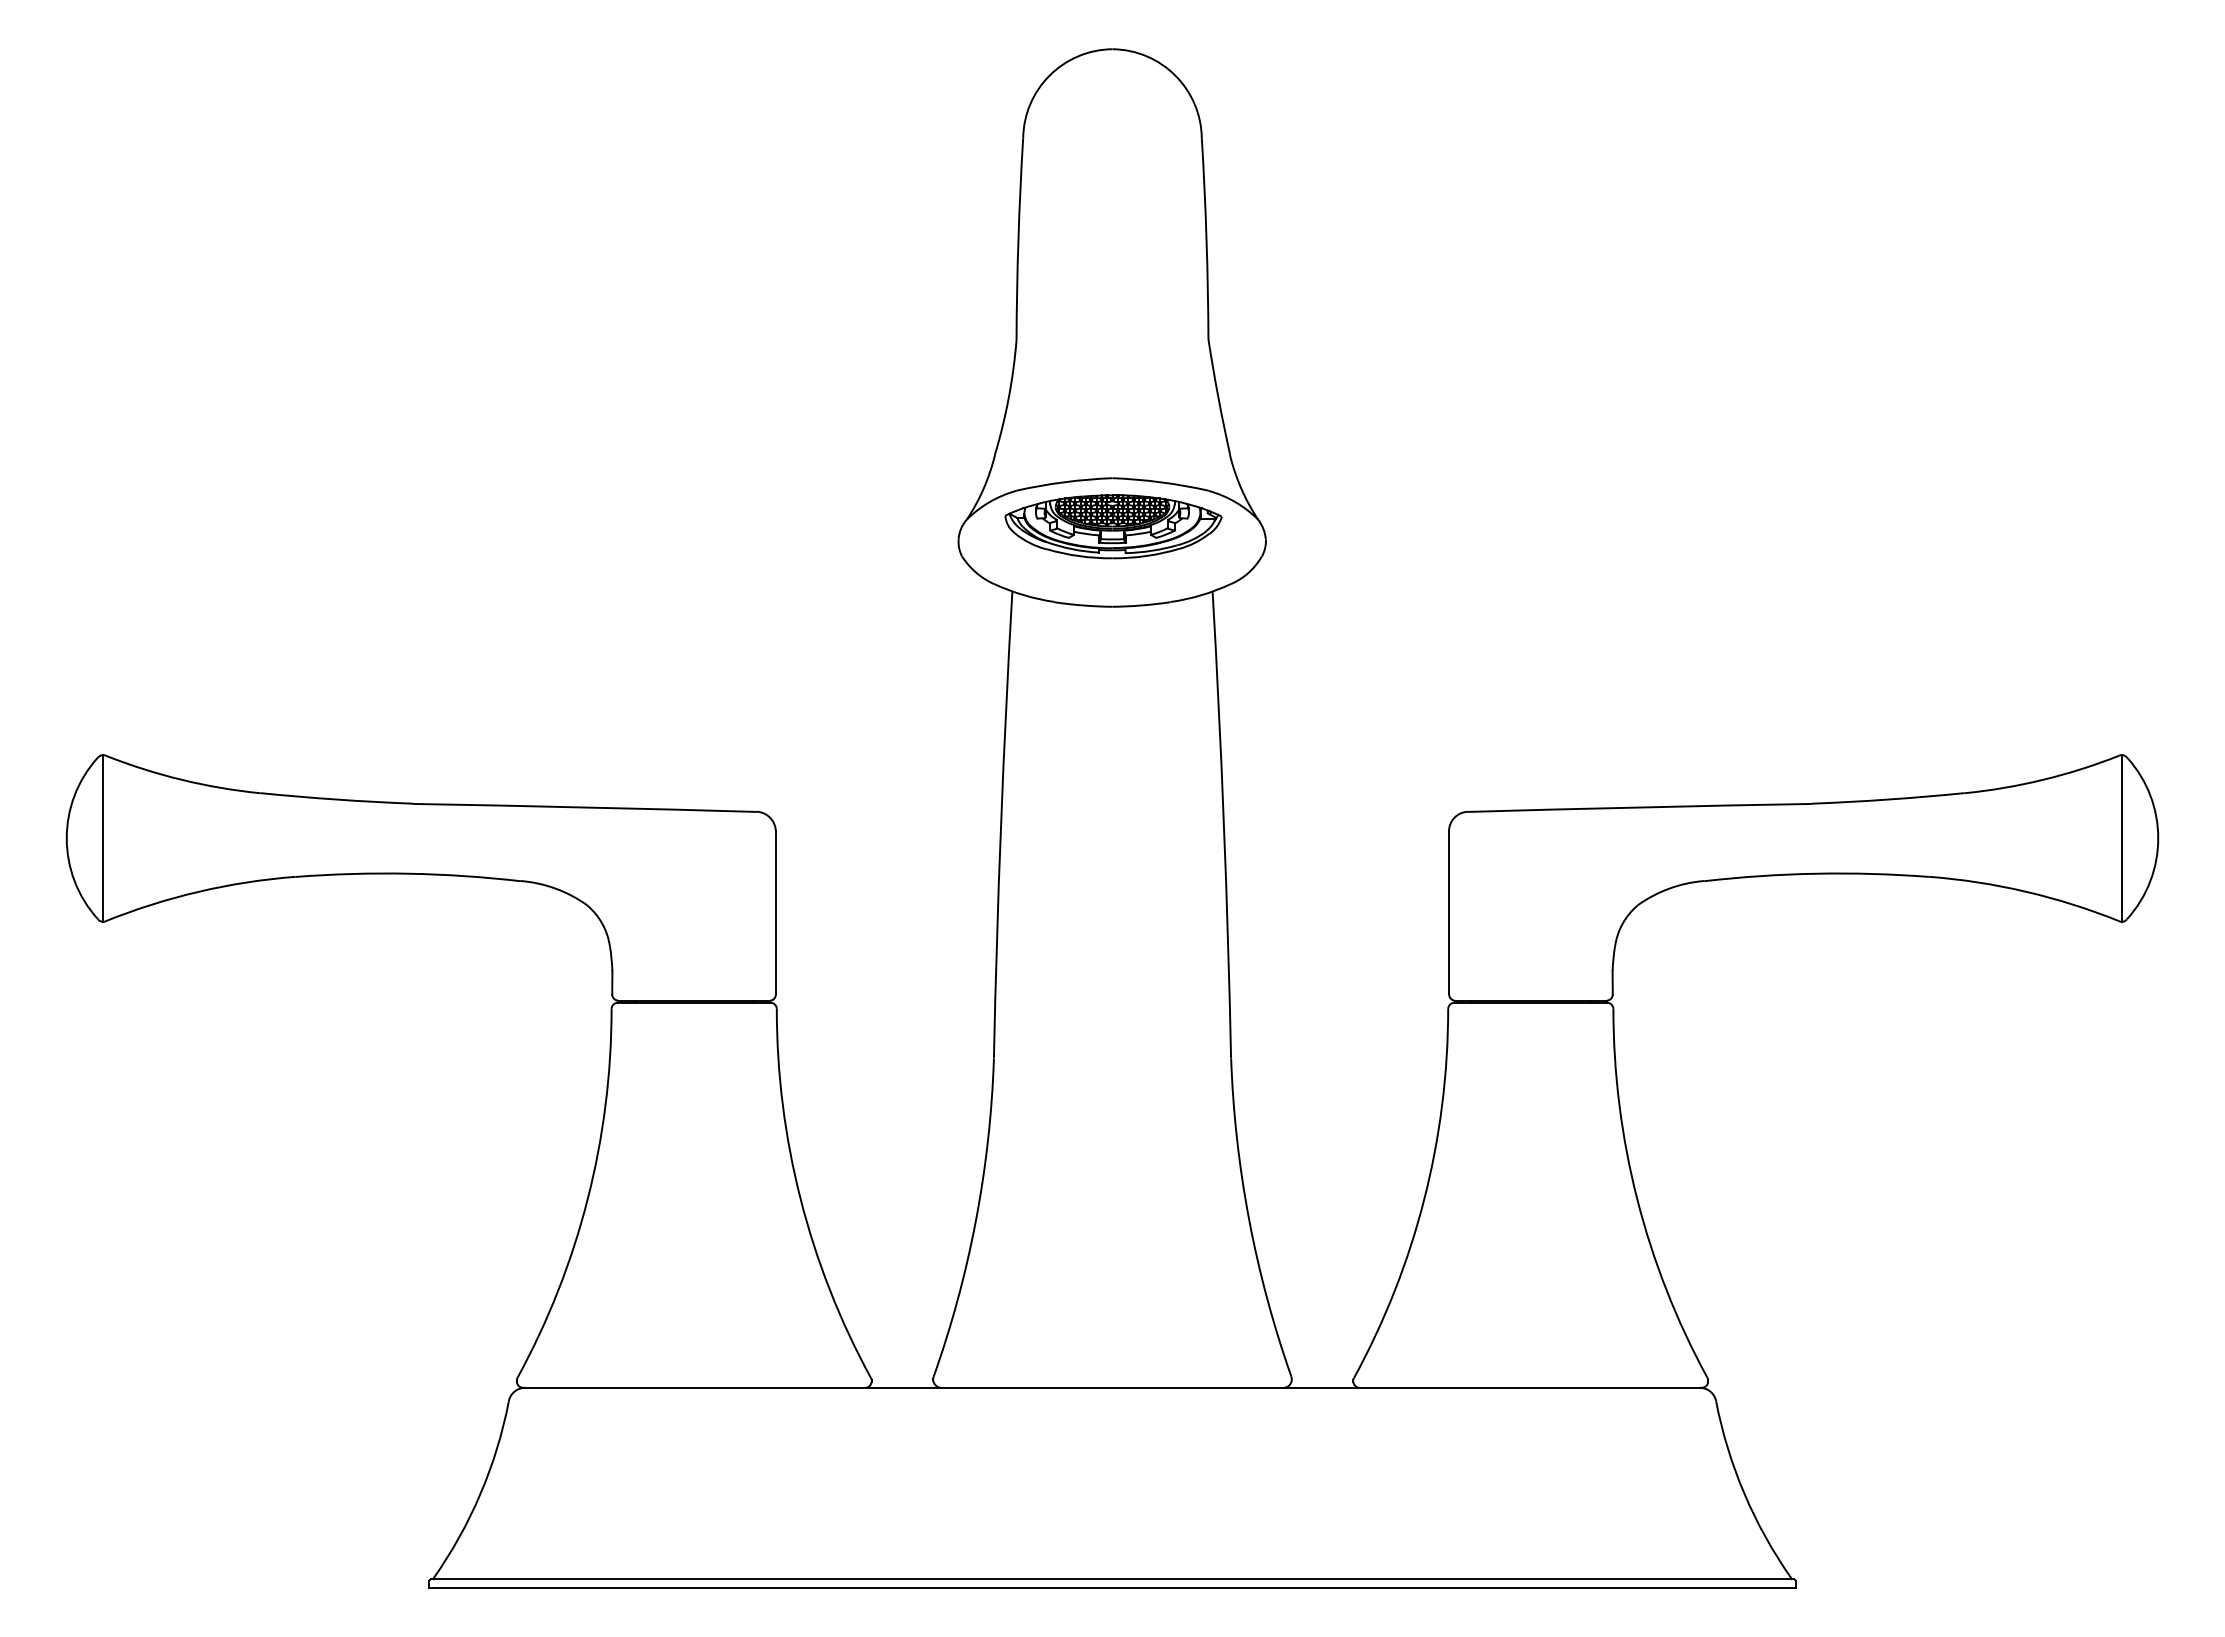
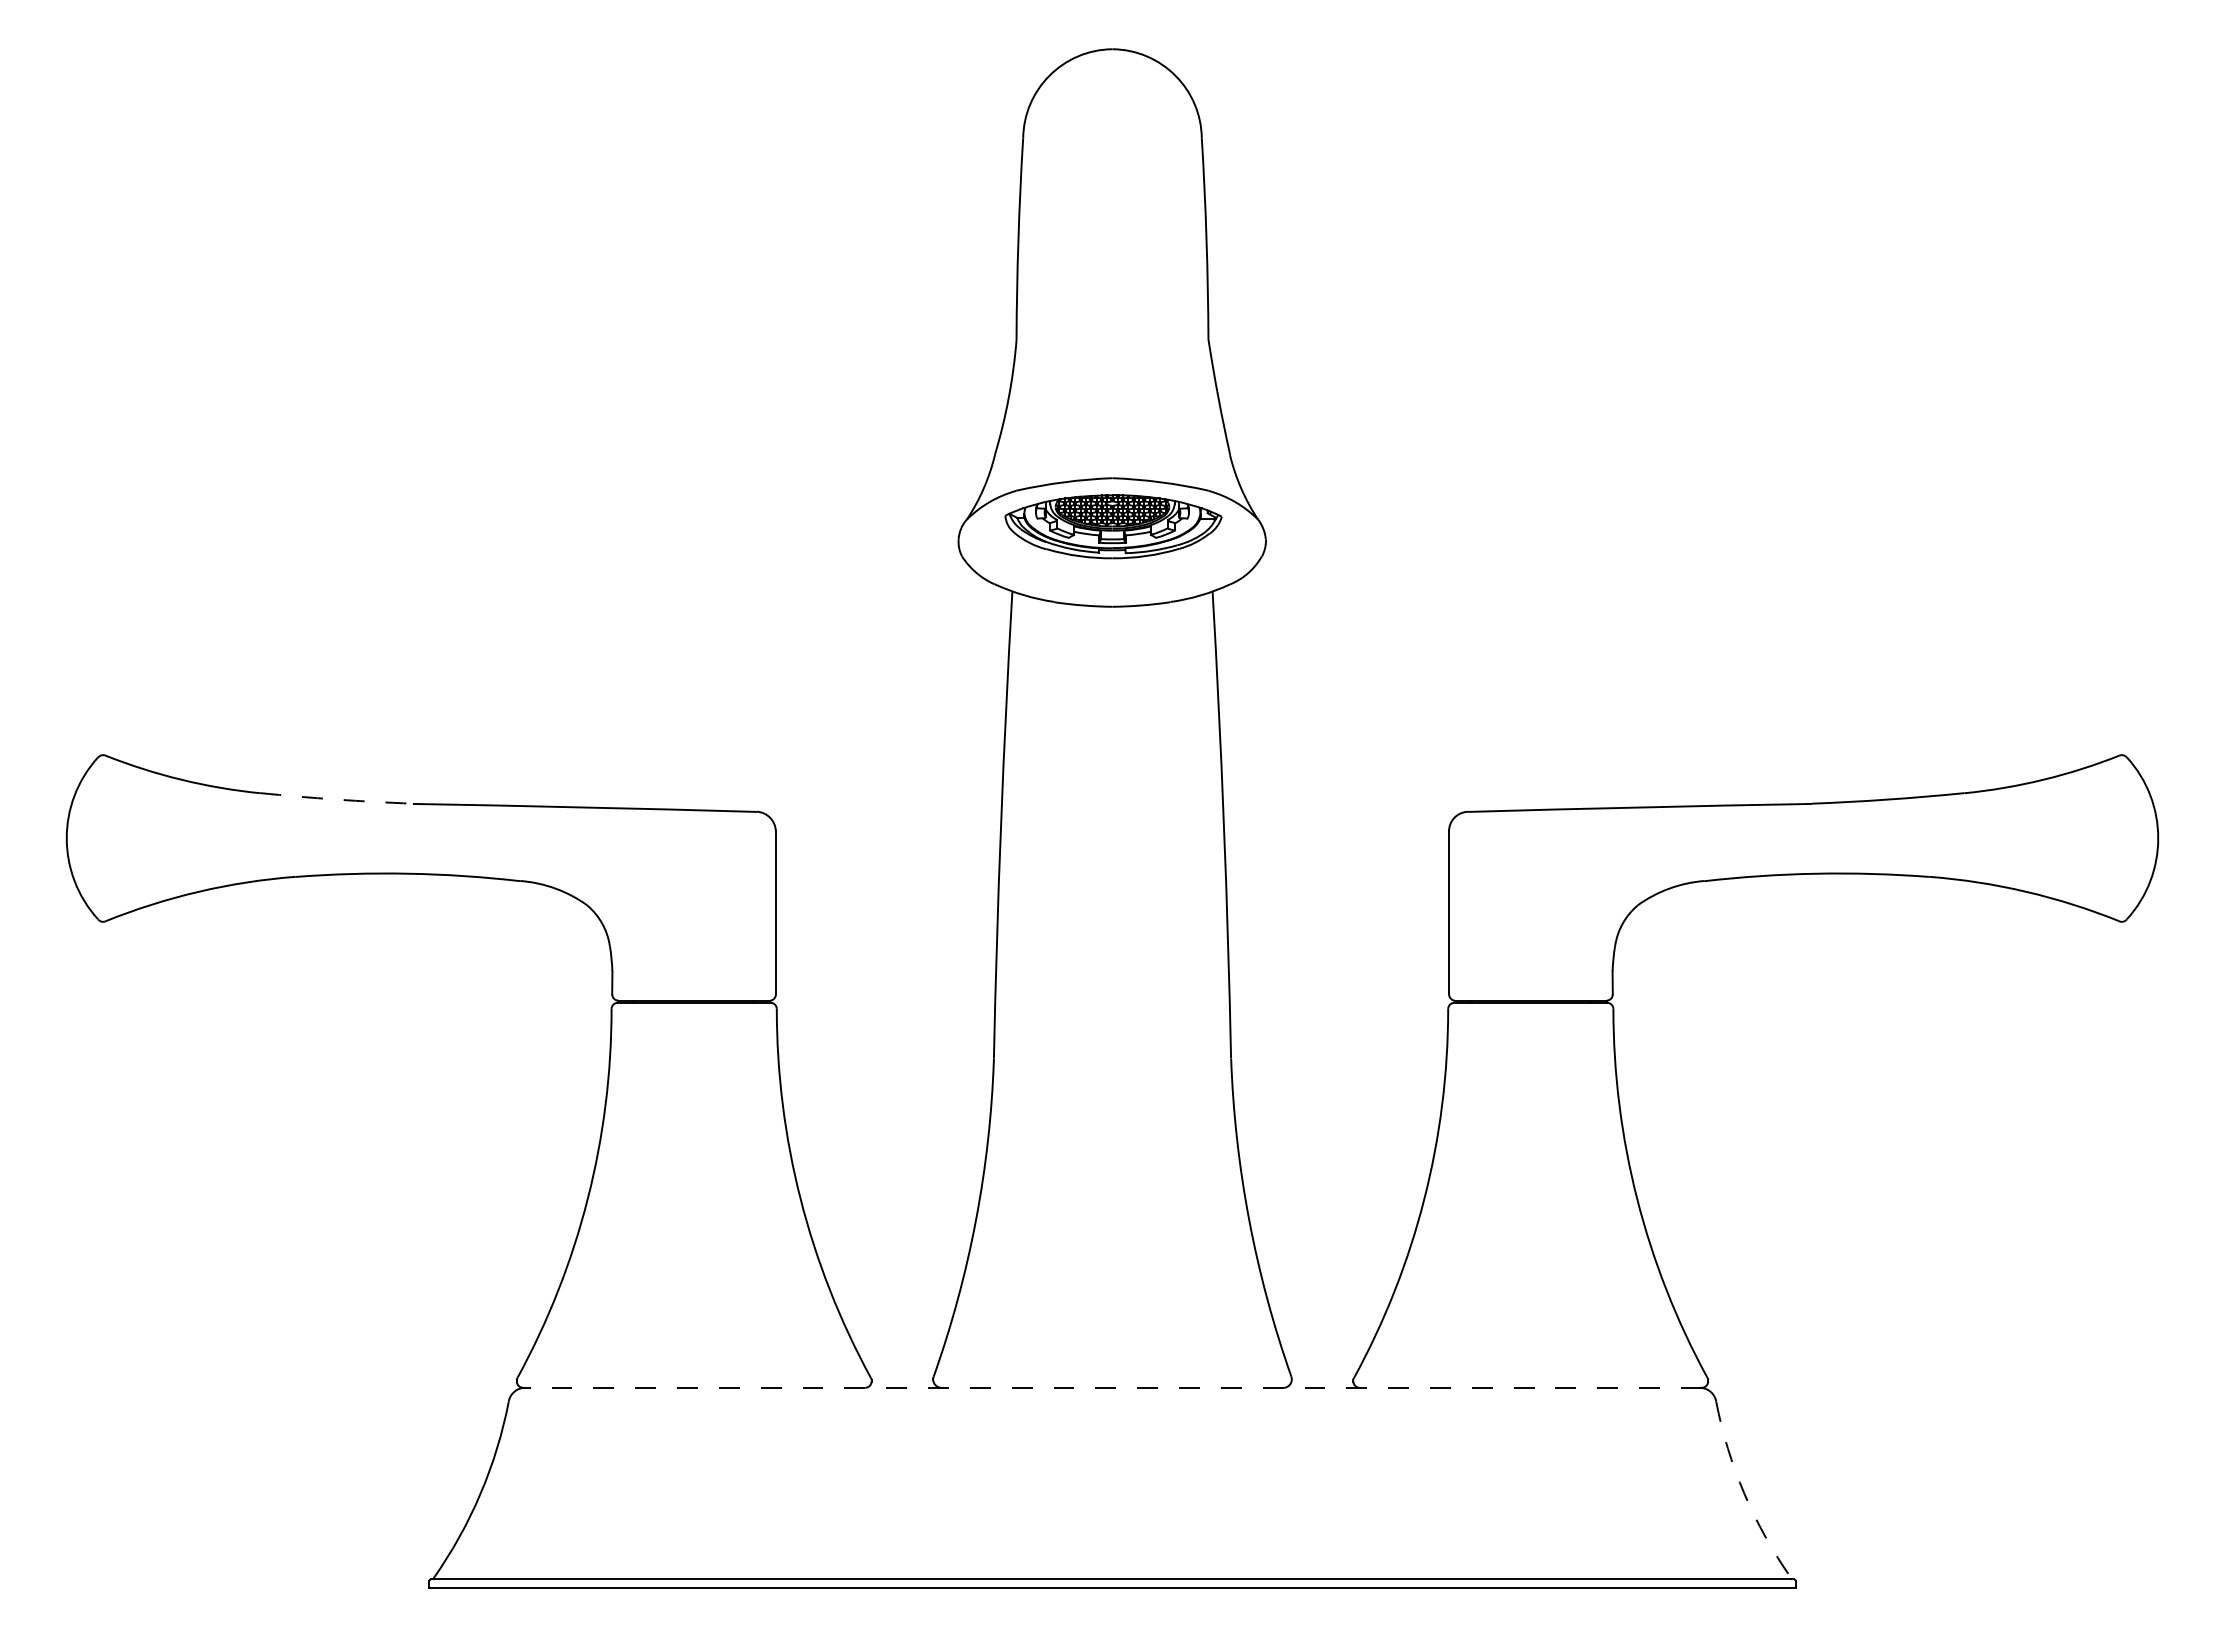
arc at (336, 799): solid -> dashed
line at (103, 838): present -> none
line at (2121, 838): present -> none
line at (1112, 1387): solid -> dashed
arc at (1744, 1493): solid -> dashed
